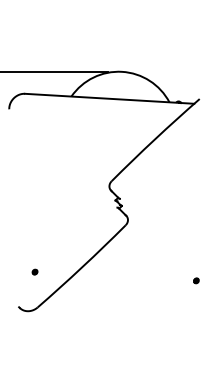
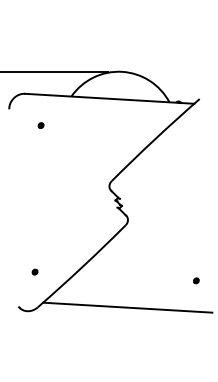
part at (40, 125): none -> present
line at (127, 307): none -> present
